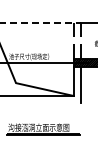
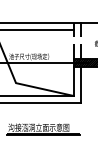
line at (41, 23): dashed -> solid
line at (38, 29): none -> present
line at (41, 102): none -> present
